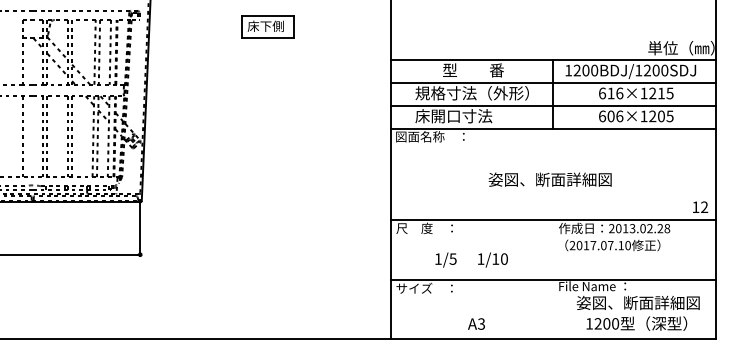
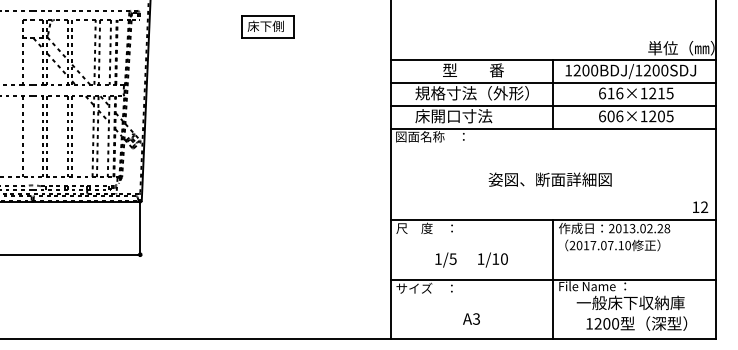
line at (553, 279): none -> present
text at (637, 302): 姿図、断面詳細図 -> 一般床下収納庫
text at (476, 323) position: (476, 323) -> (471, 318)
